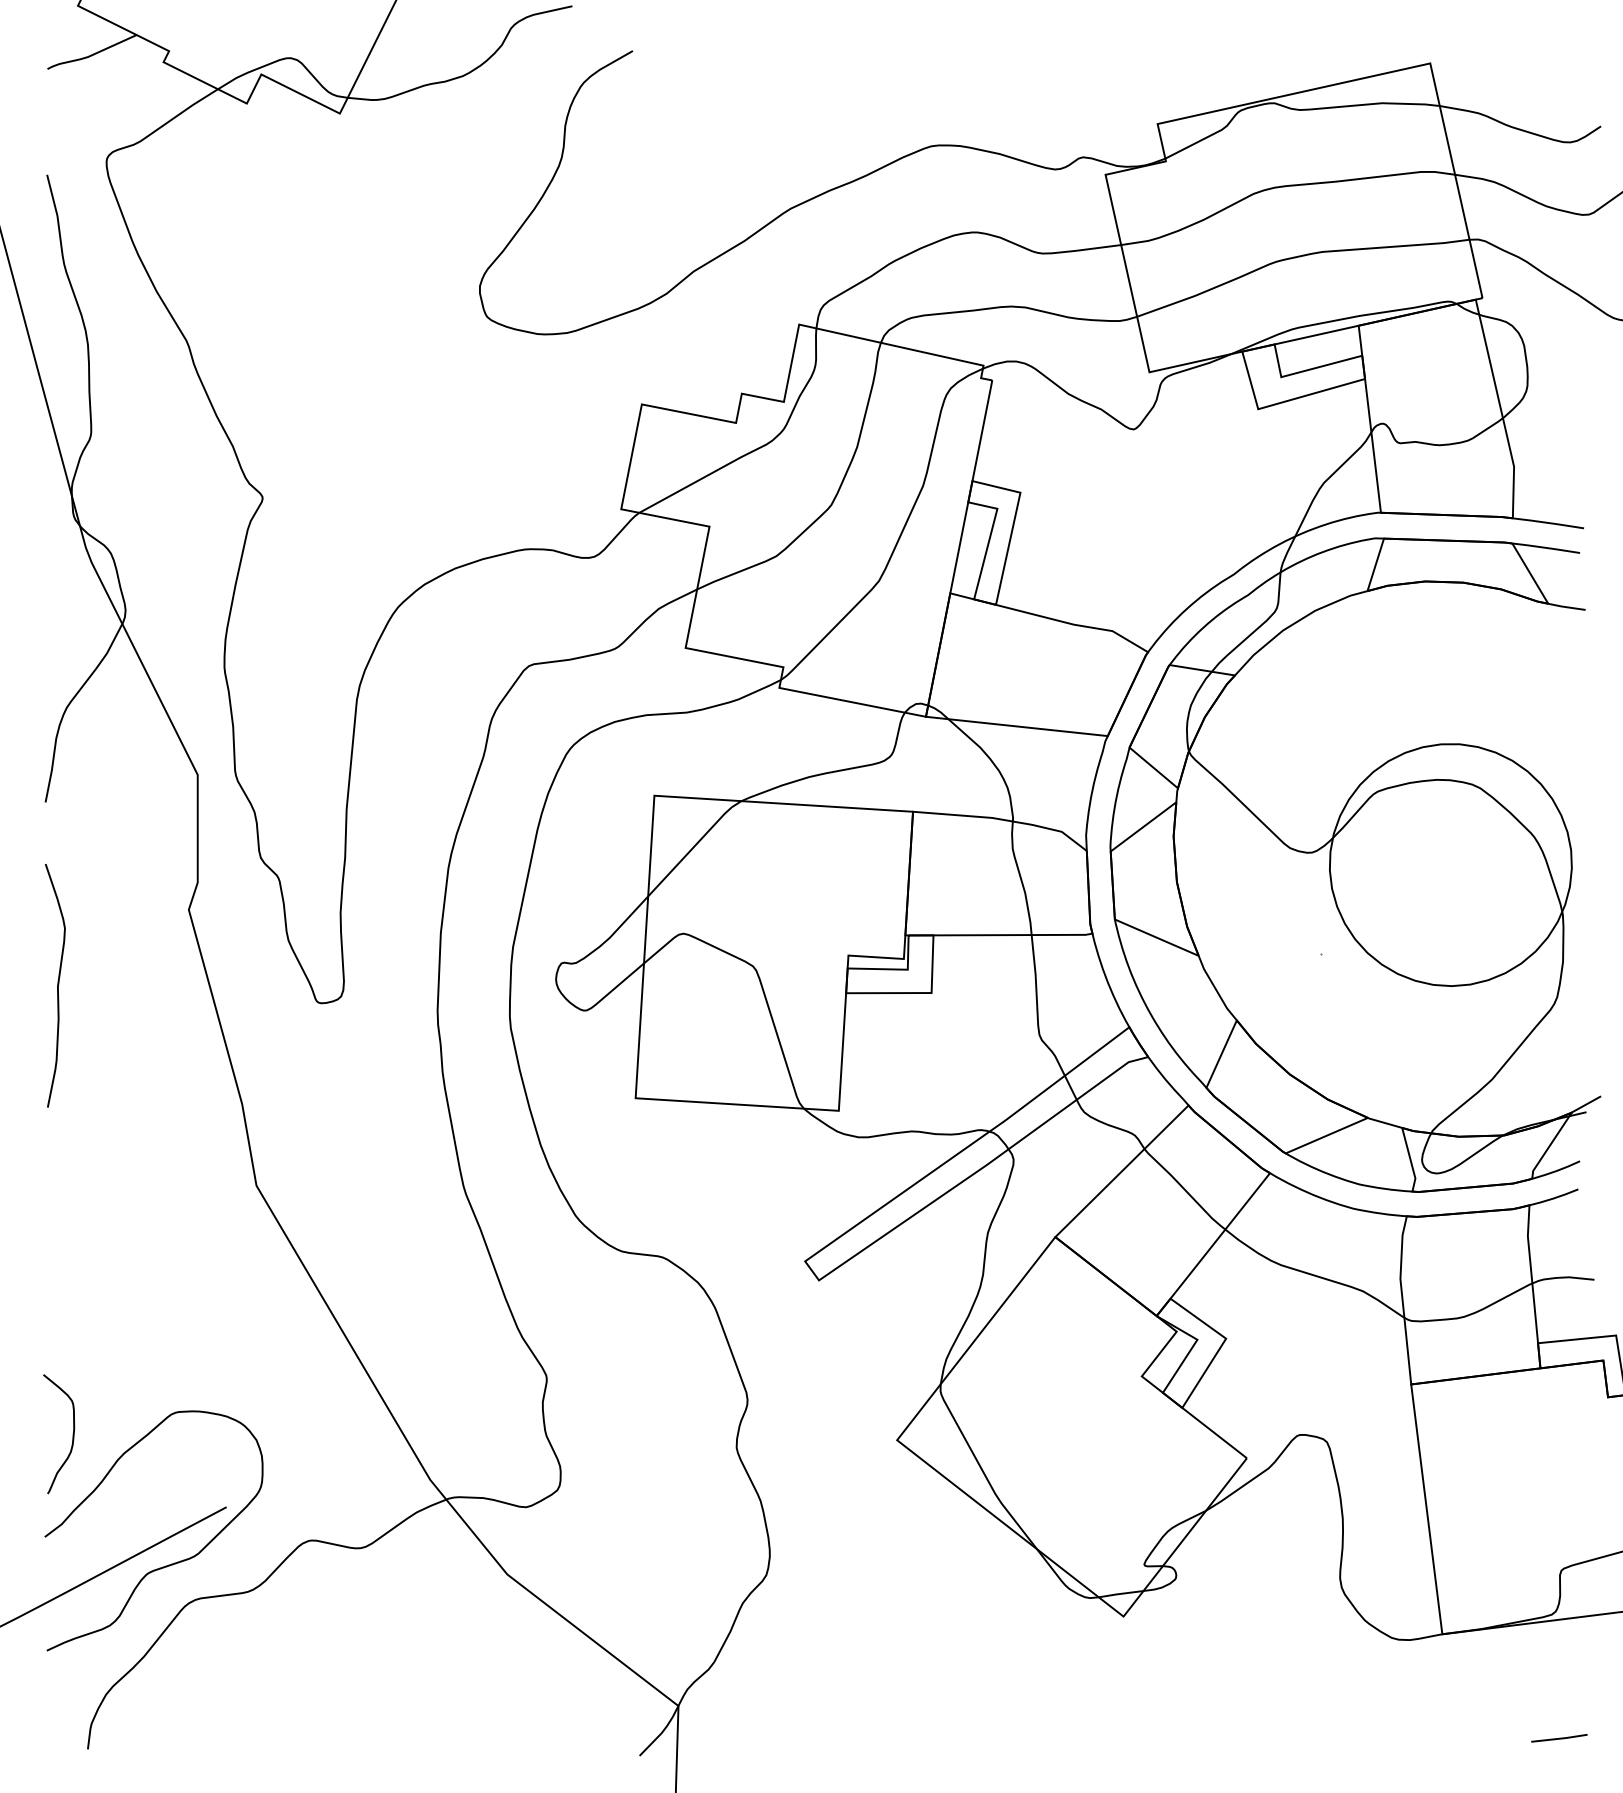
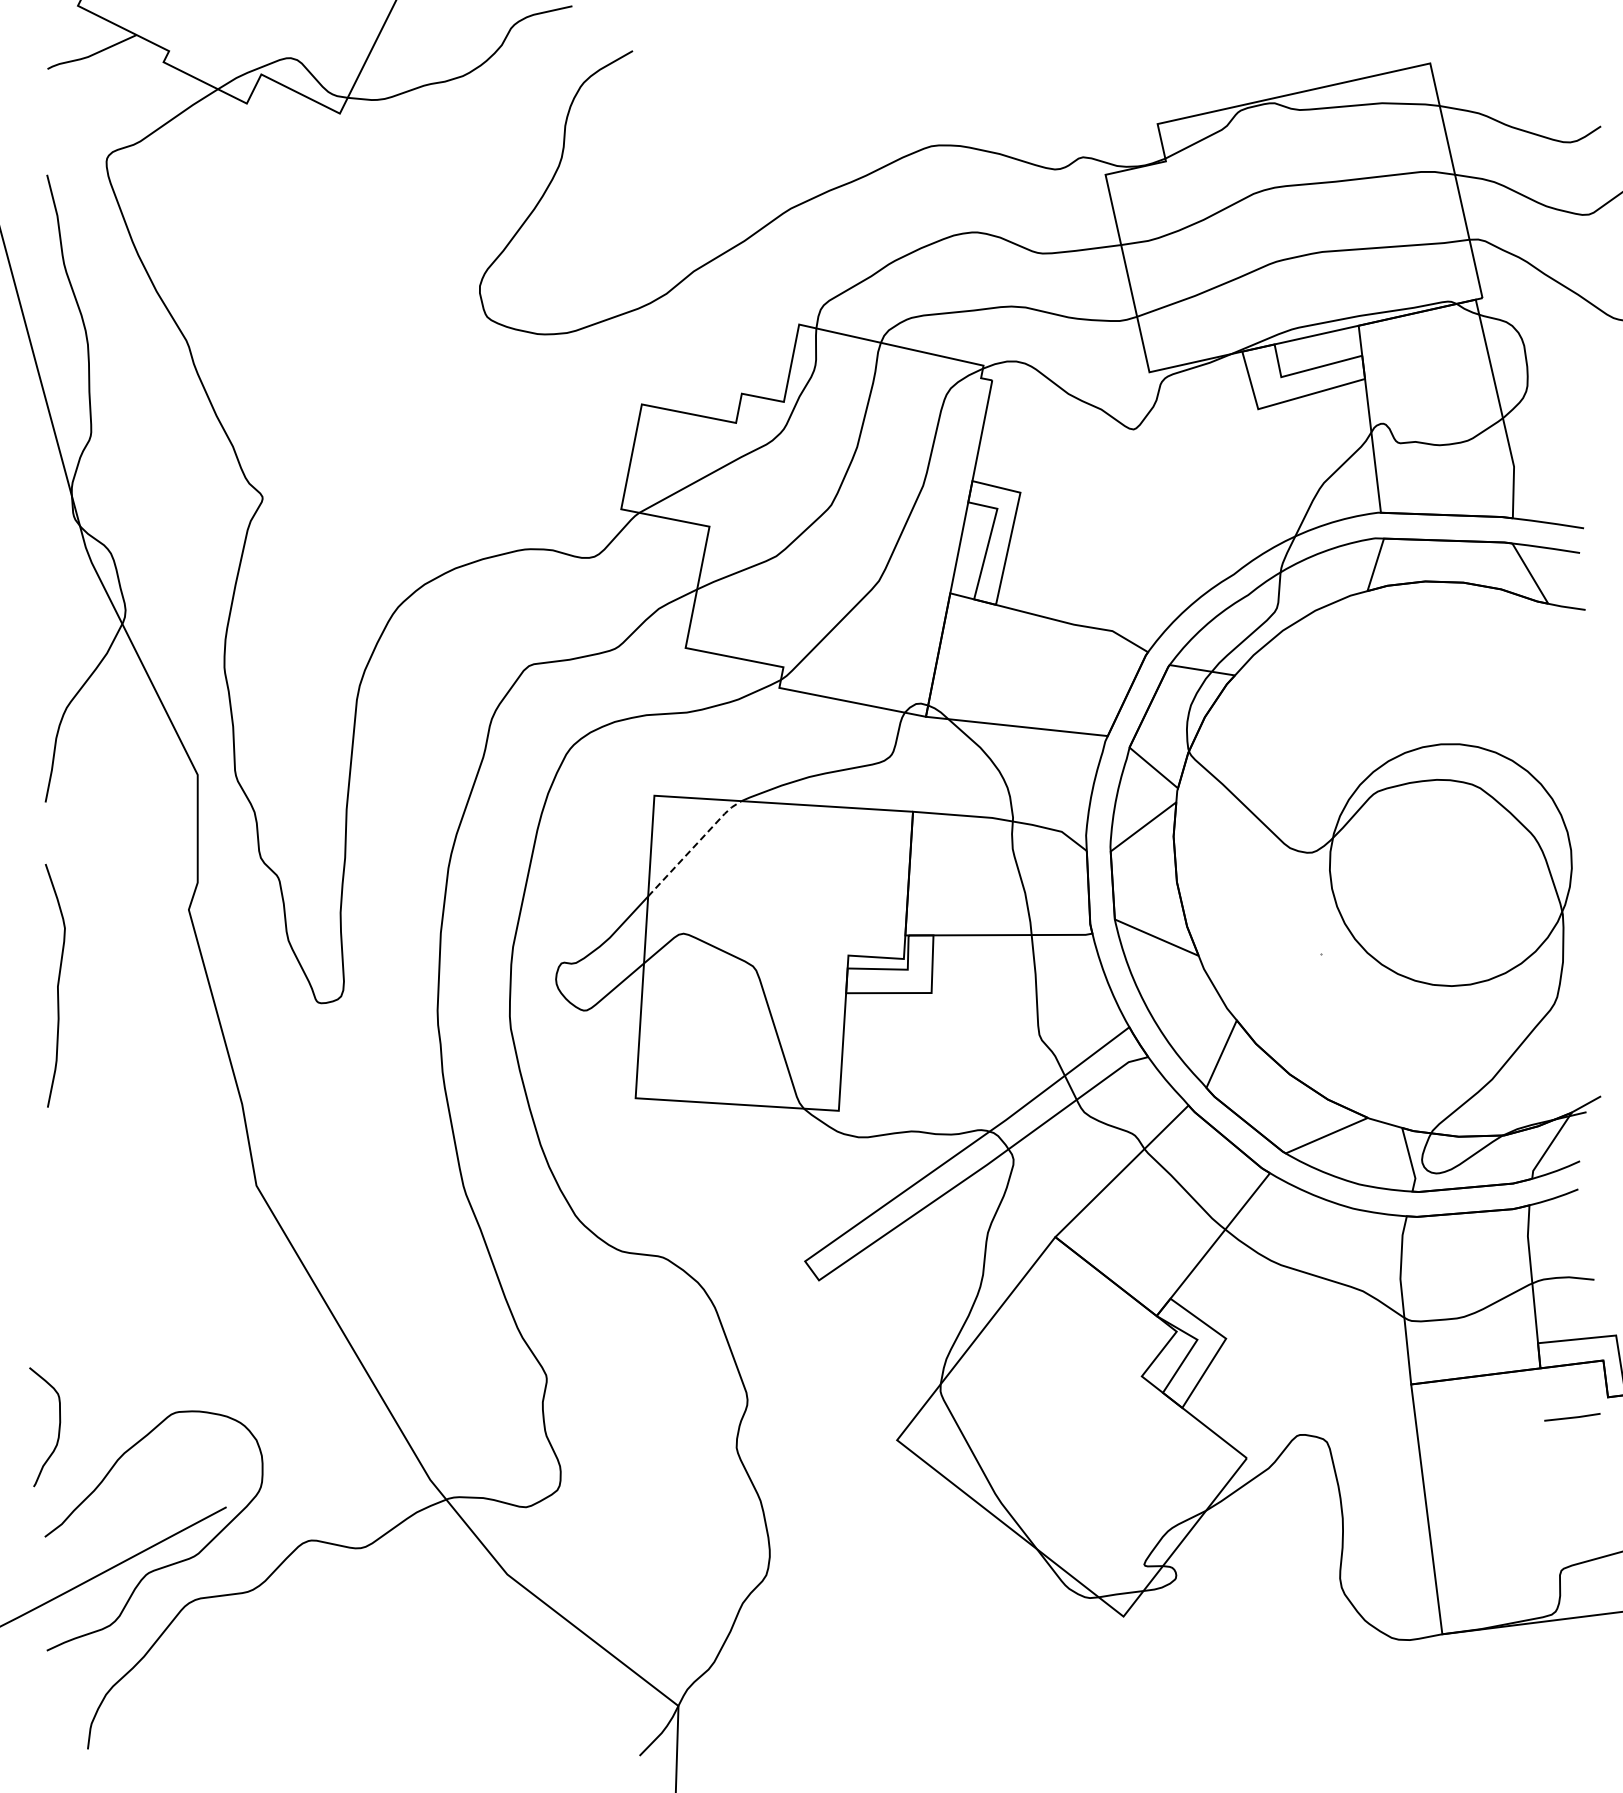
line at (694, 845): solid -> dashed
curve at (72, 1434) position: (72, 1434) -> (58, 1427)
line at (1559, 1738) position: (1559, 1738) -> (1572, 1417)
